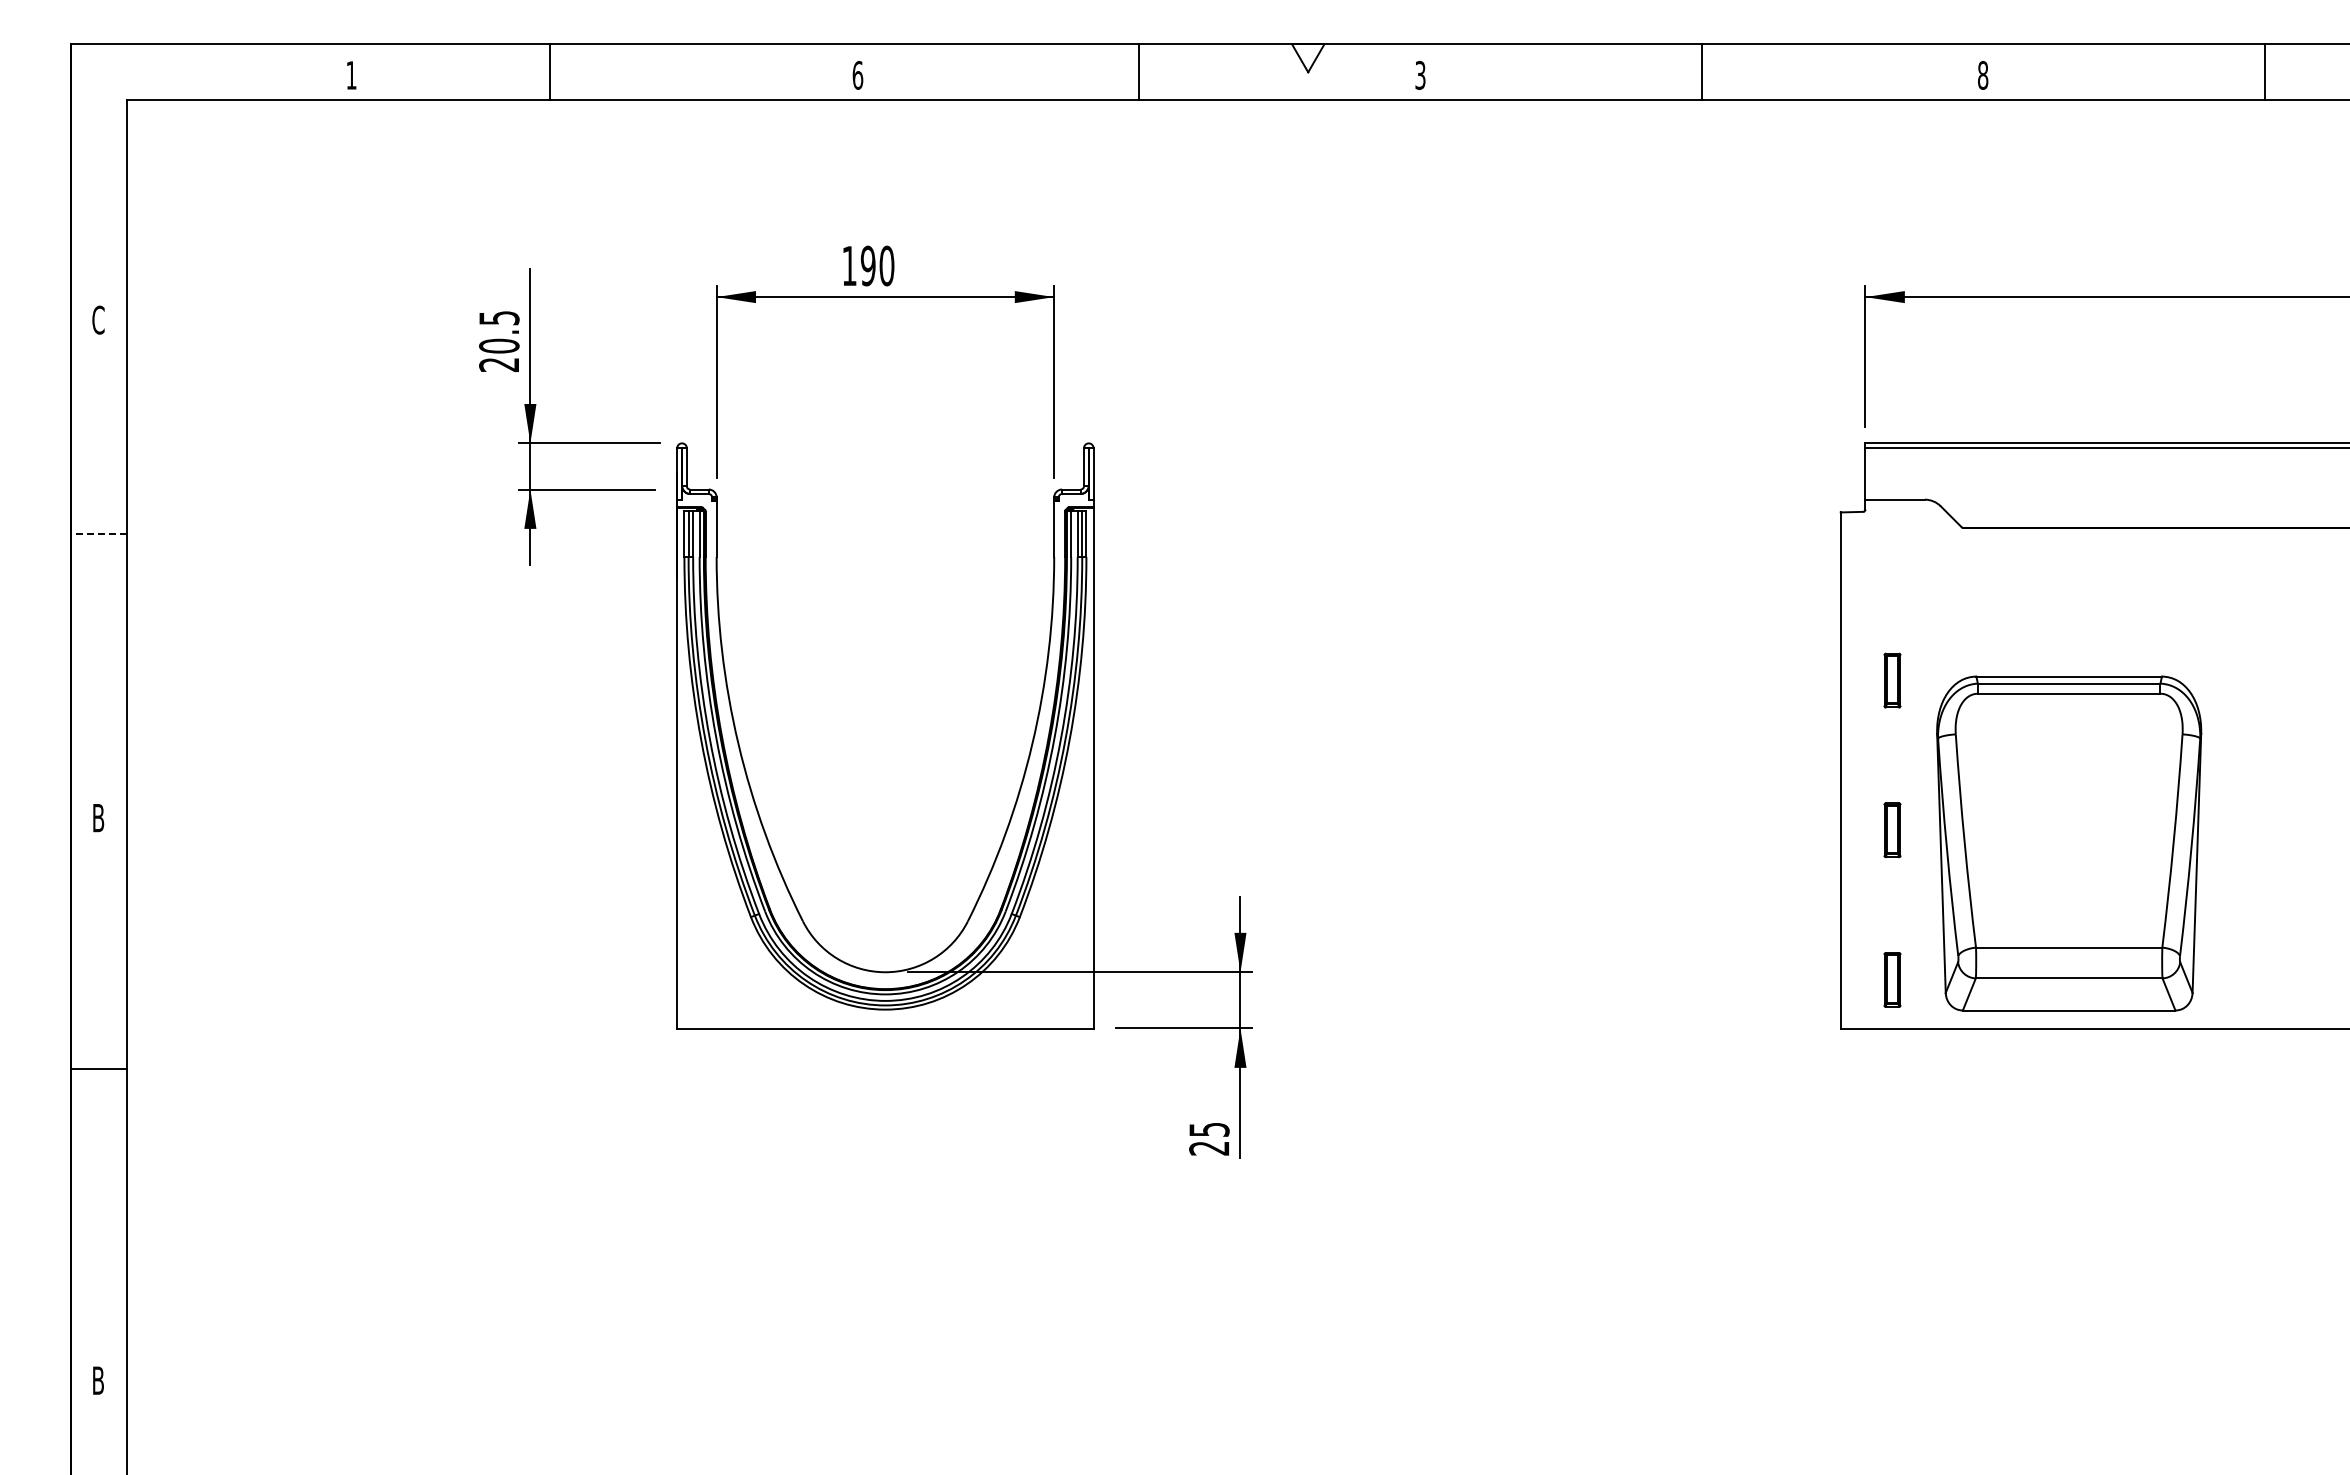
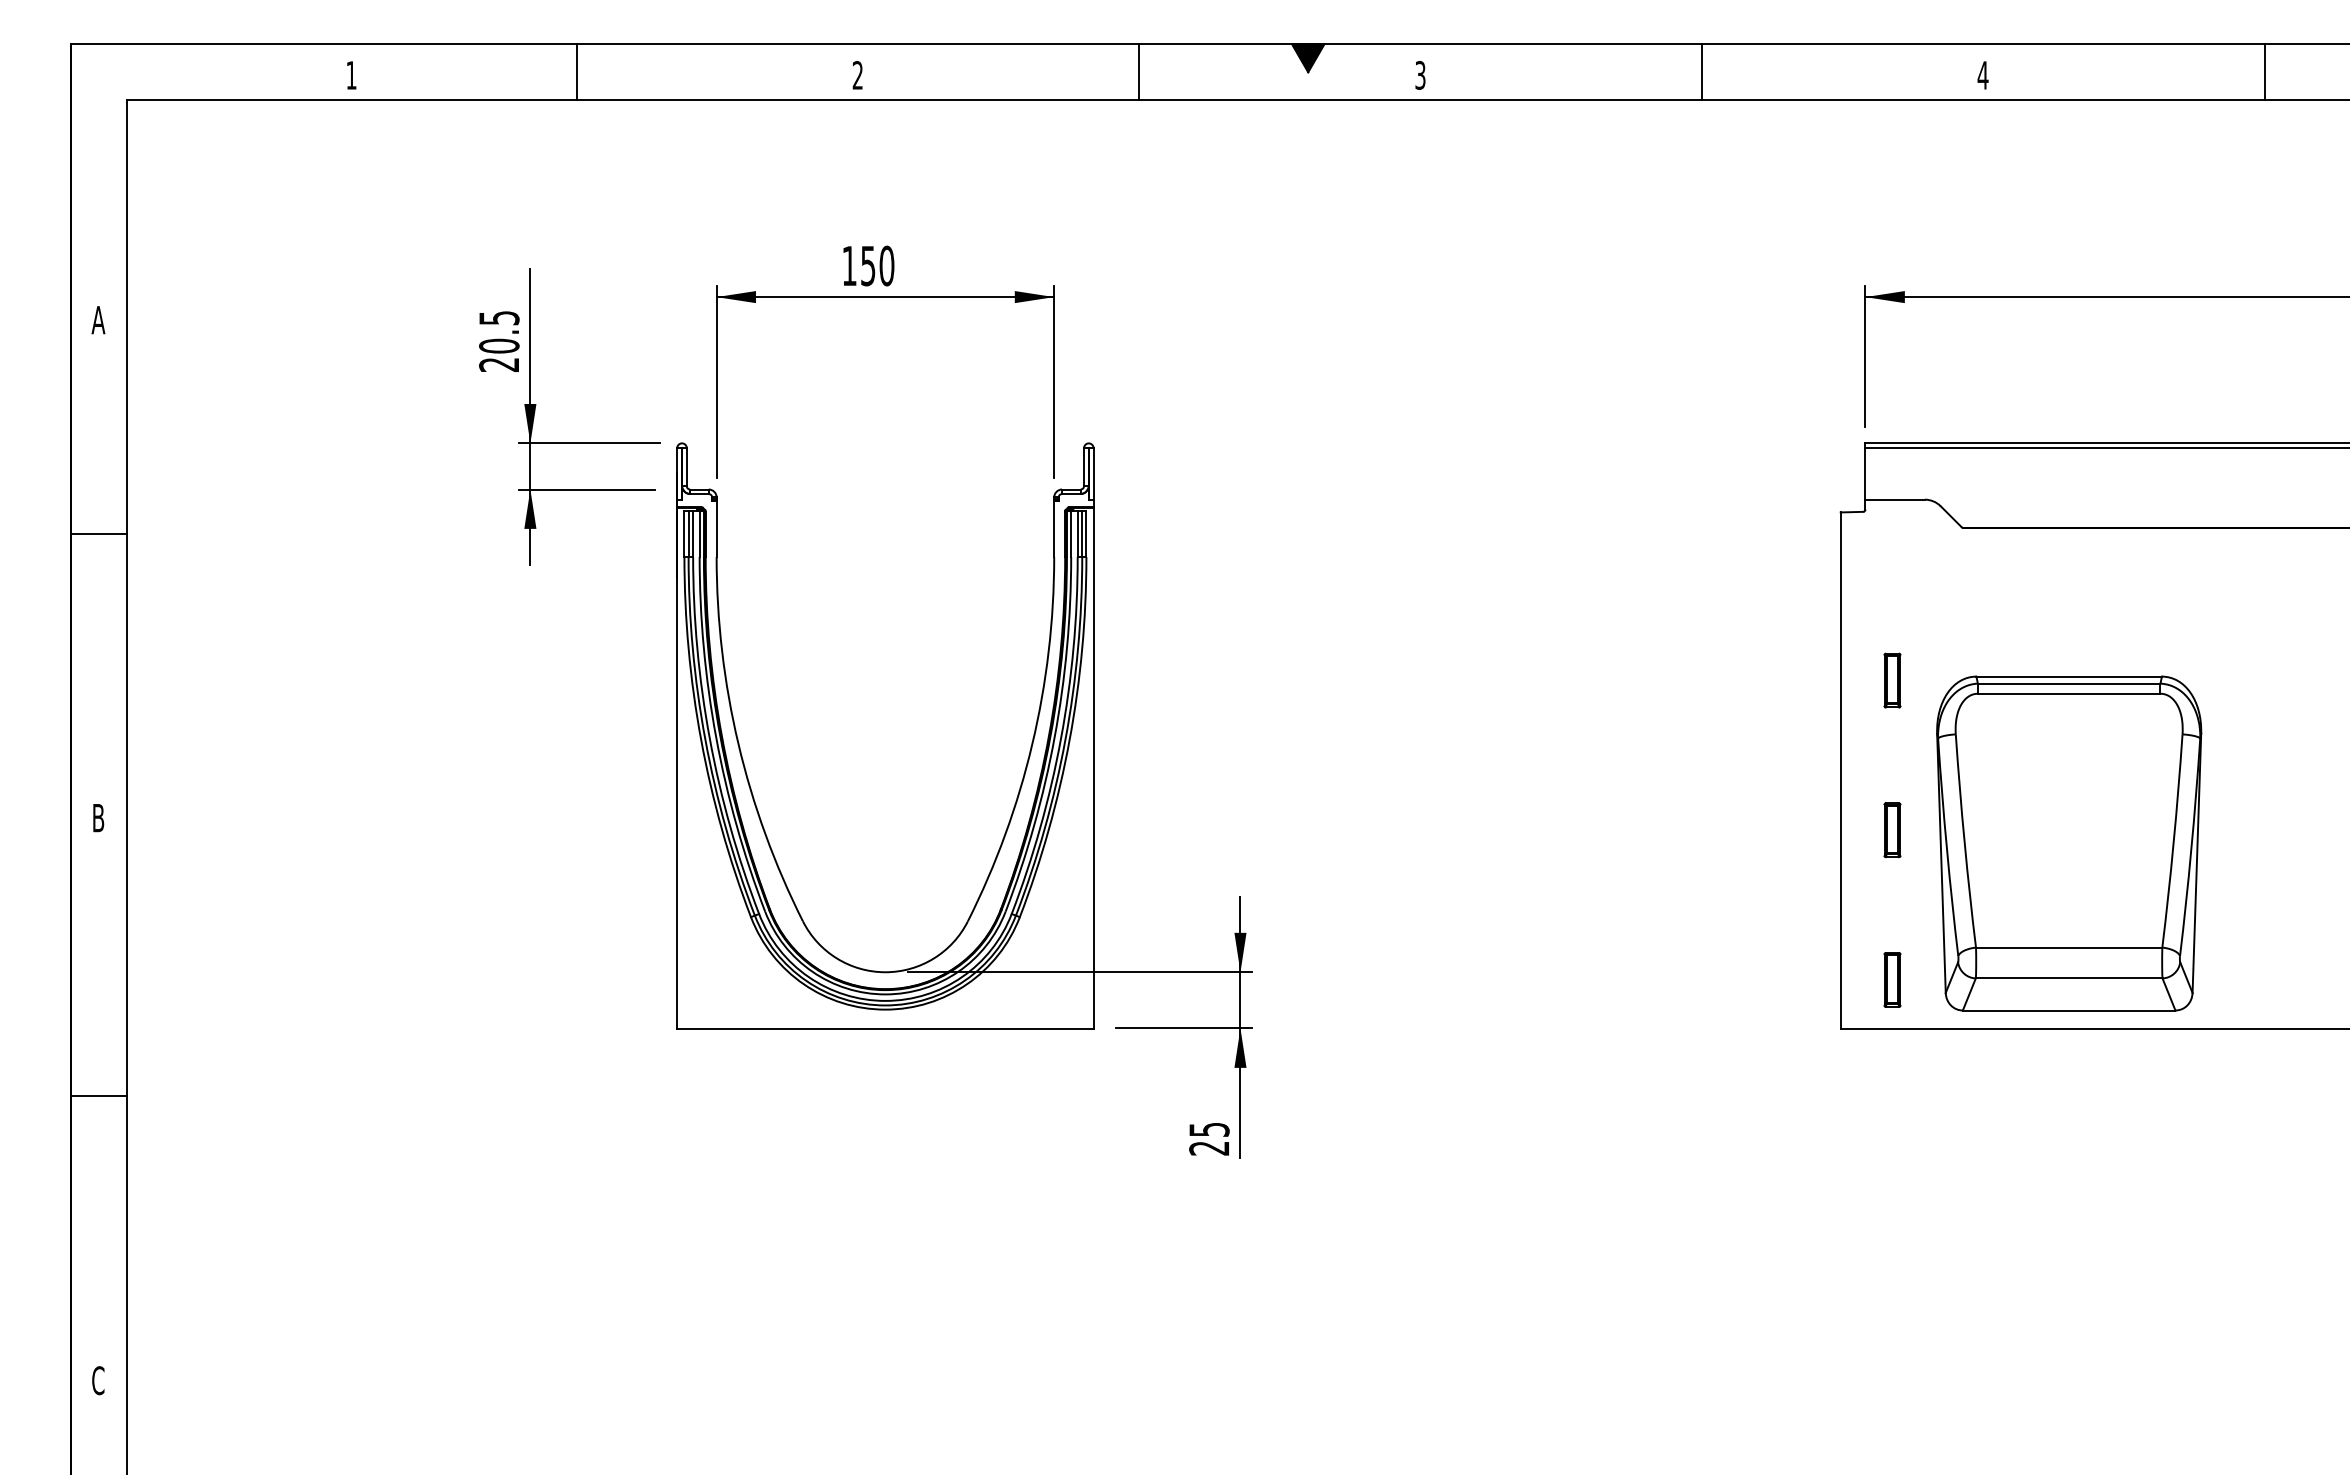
fill at (1307, 58): none -> present
line at (549, 72) position: (549, 72) -> (576, 72)
text at (857, 75): 6 -> 2
text at (1982, 75): 8 -> 4
text at (867, 265): 190 -> 150
text at (98, 319): C -> A
line at (98, 533): dashed -> solid
line at (98, 1069) position: (98, 1069) -> (98, 1096)
text at (98, 1380): B -> C
